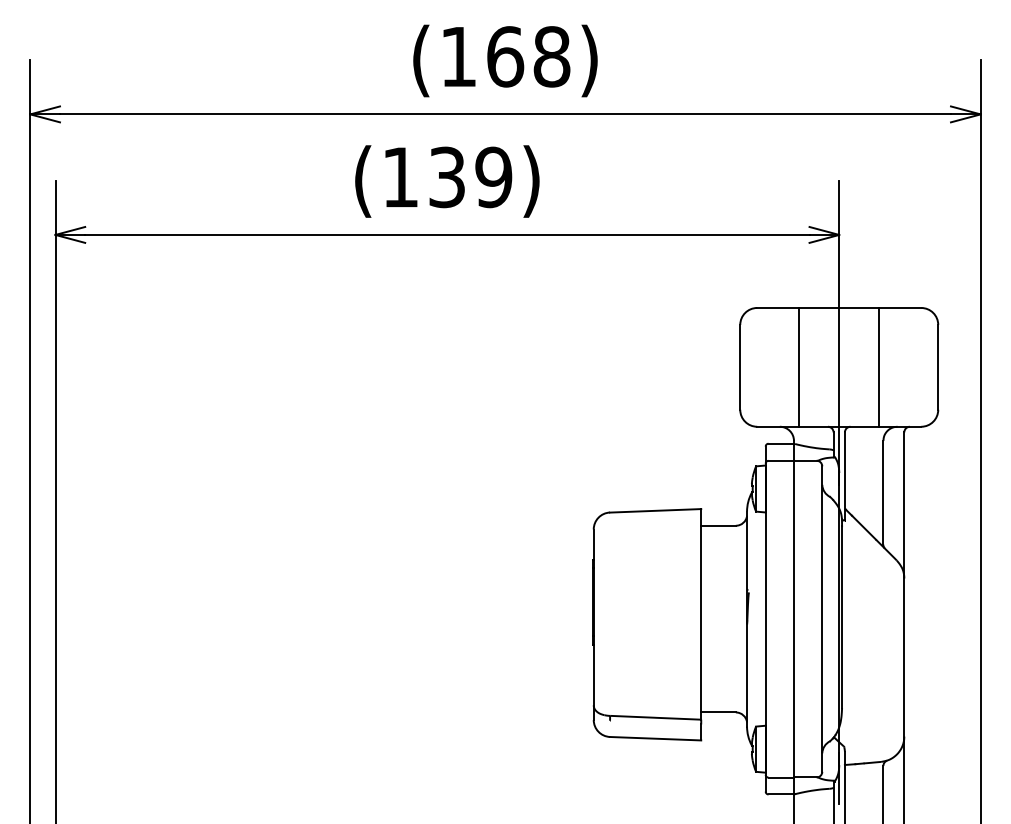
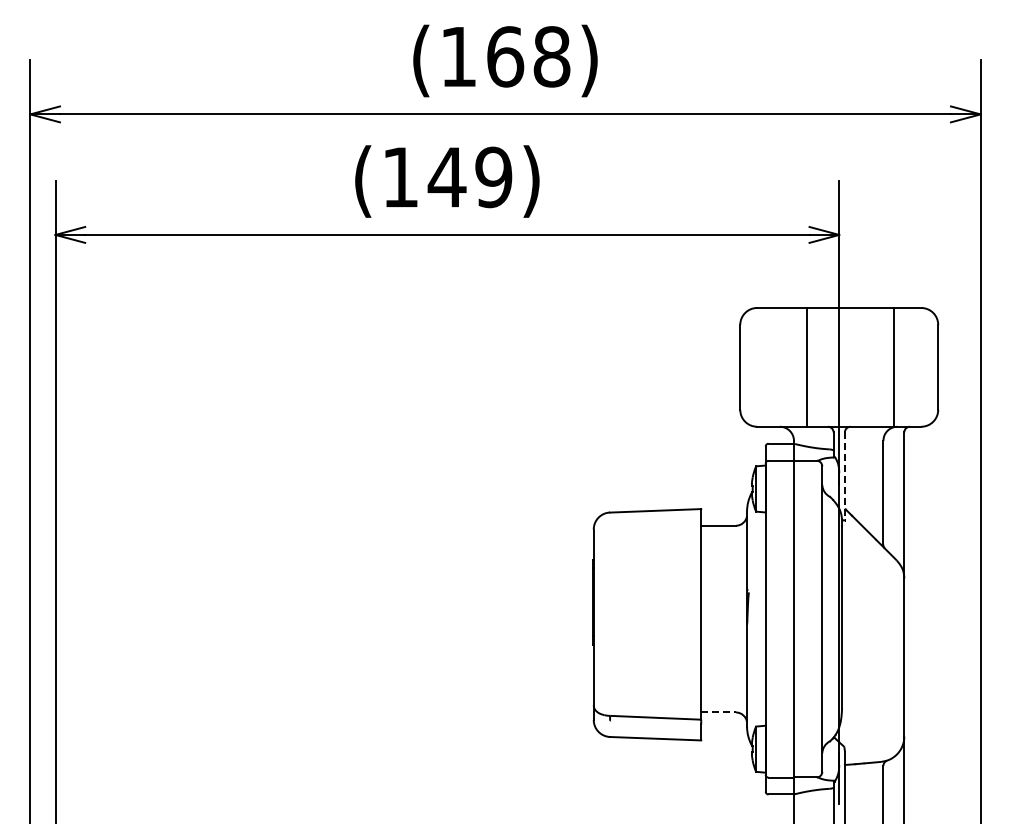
text at (446, 177): (139) -> (149)
line at (799, 366) position: (799, 366) -> (807, 366)
line at (879, 366) position: (879, 366) -> (894, 366)
line at (844, 476): solid -> dashed
line at (719, 712): solid -> dashed
